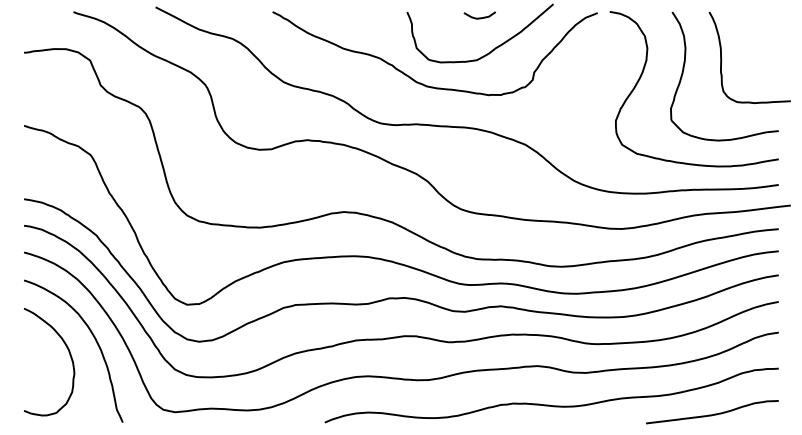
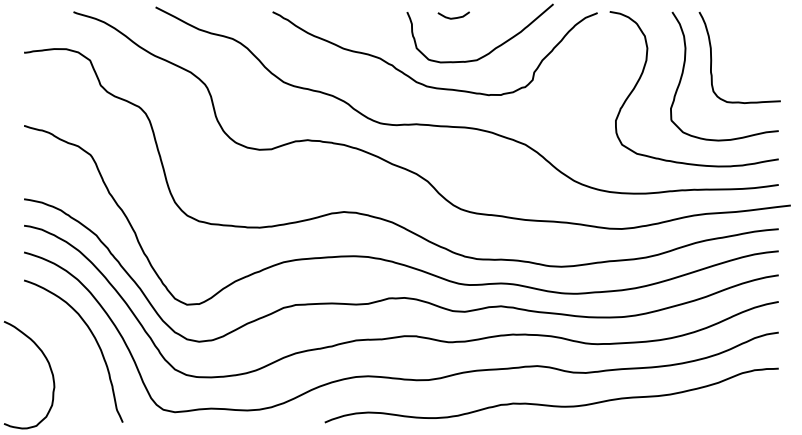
curve at (479, 17) position: (479, 17) -> (453, 17)
curve at (722, 59) position: (722, 59) -> (712, 59)
curve at (69, 355) position: (69, 355) -> (49, 368)
curve at (712, 414): present -> none
